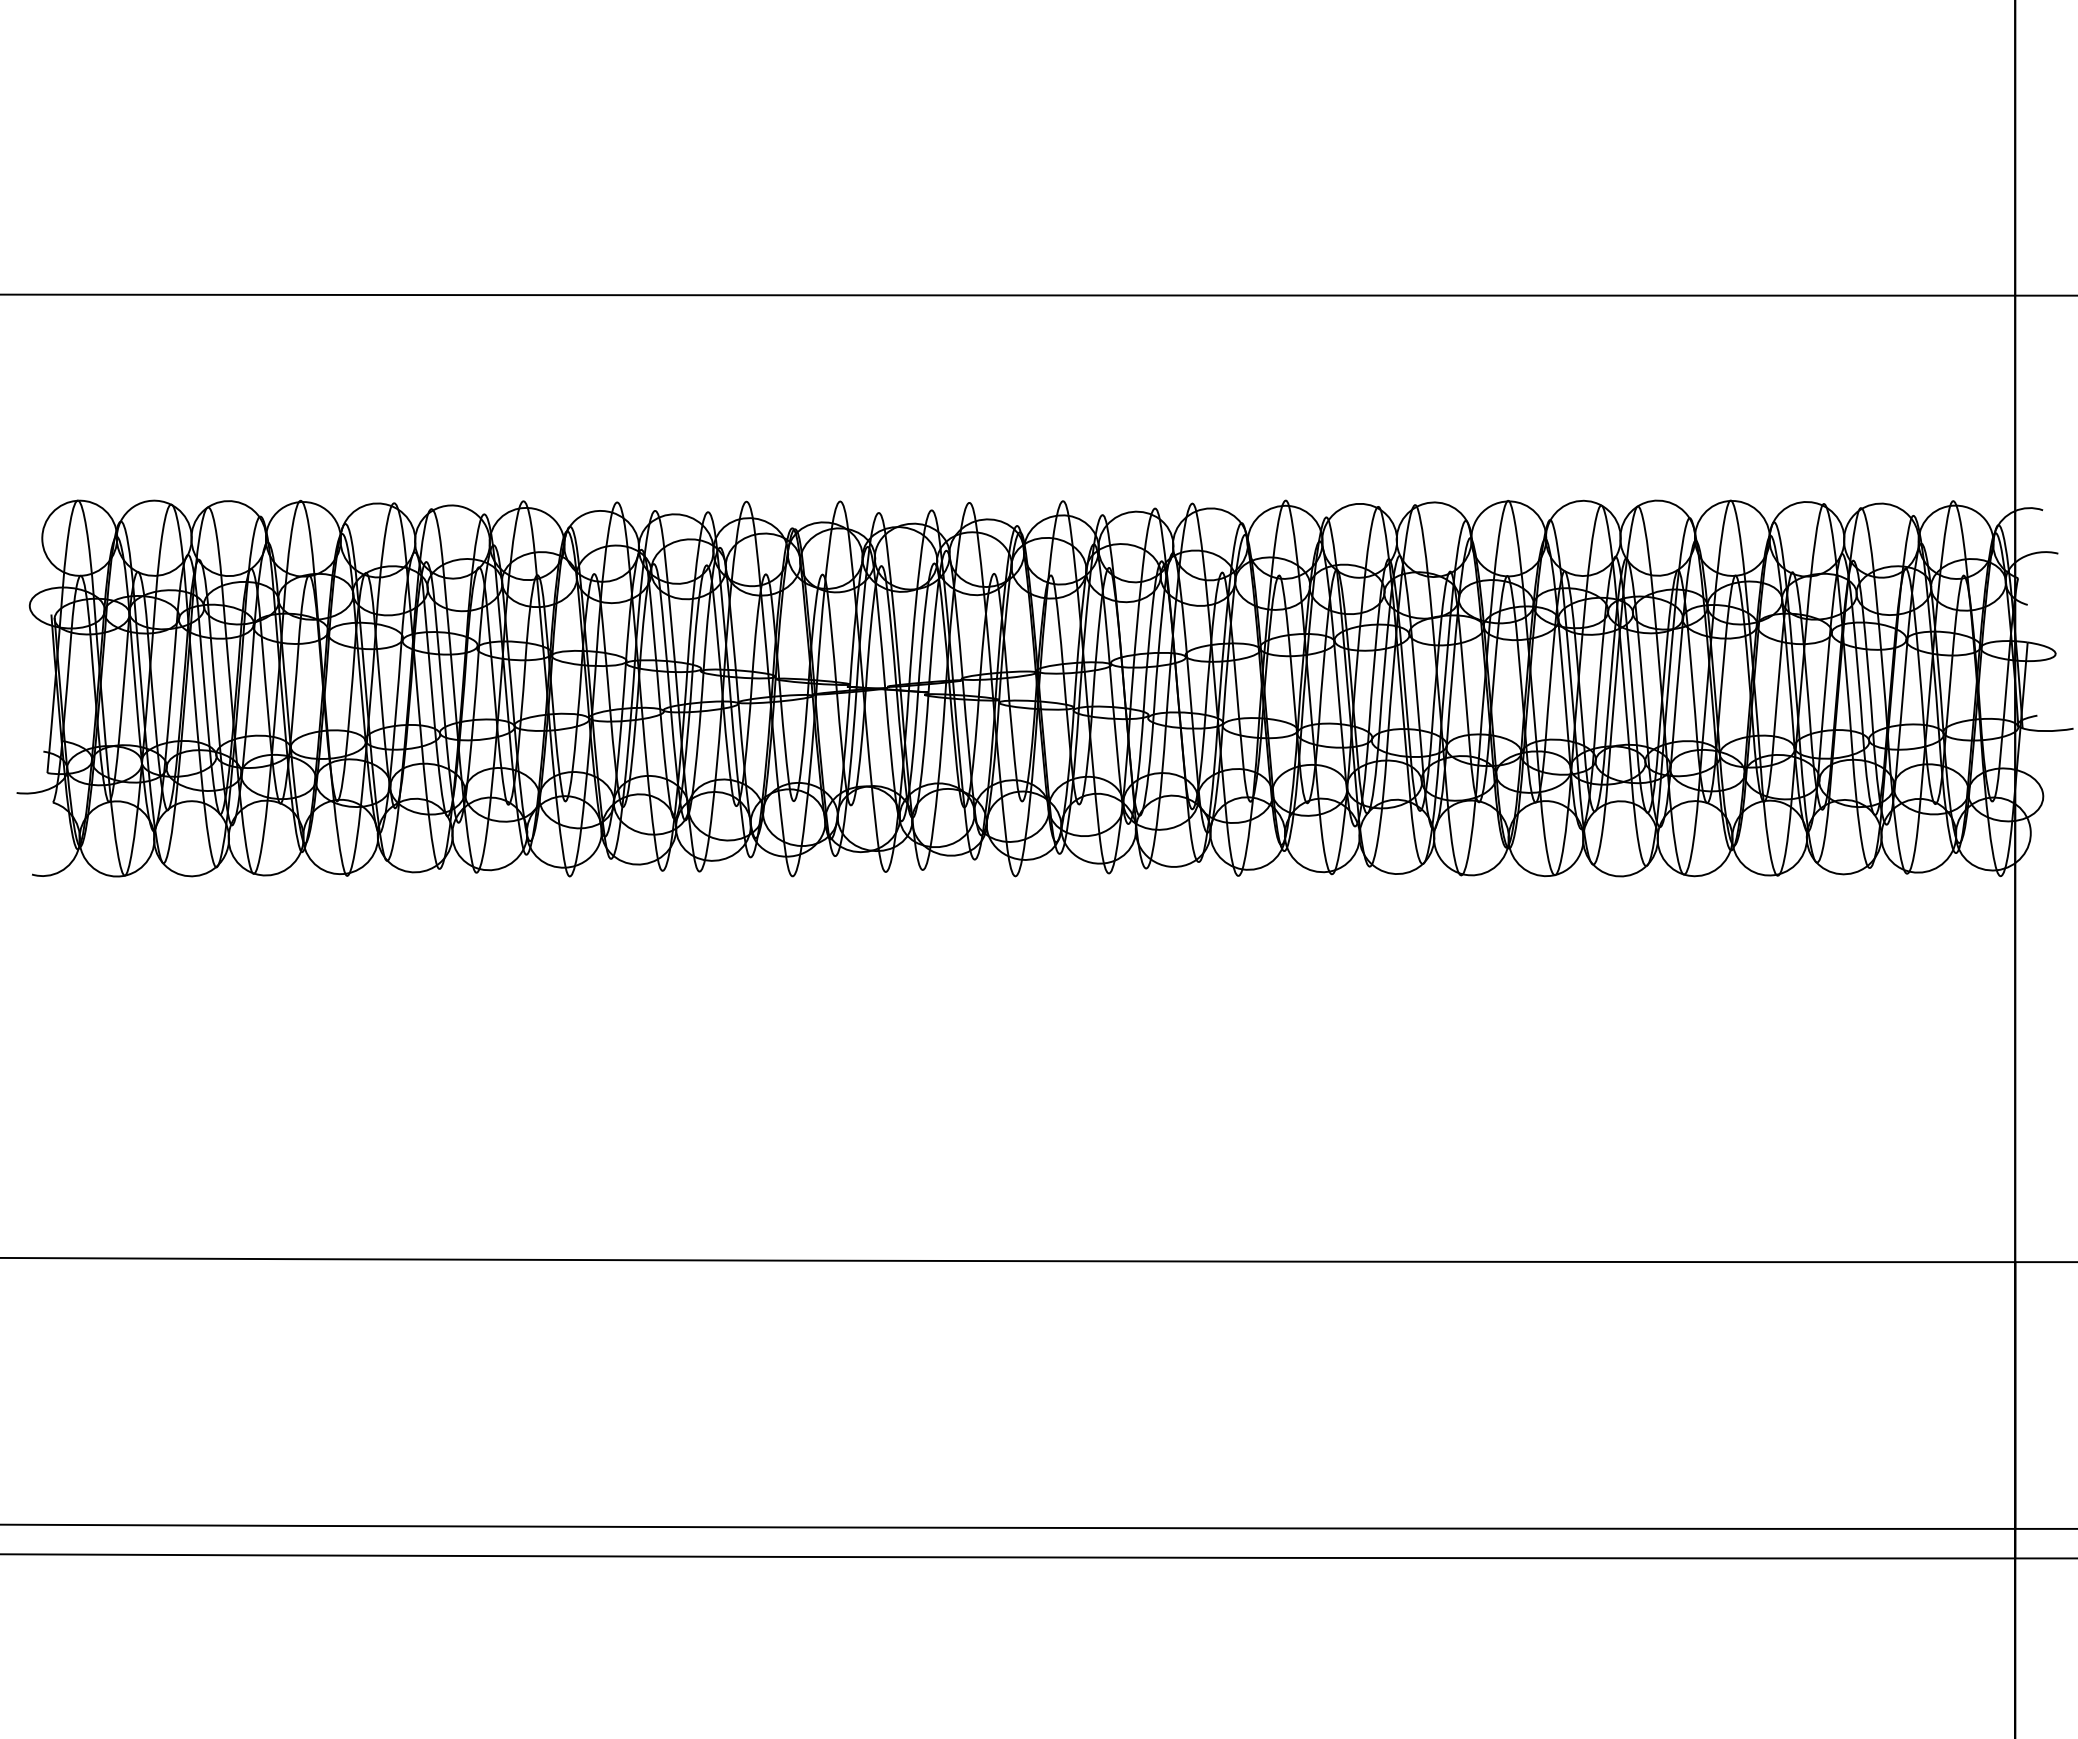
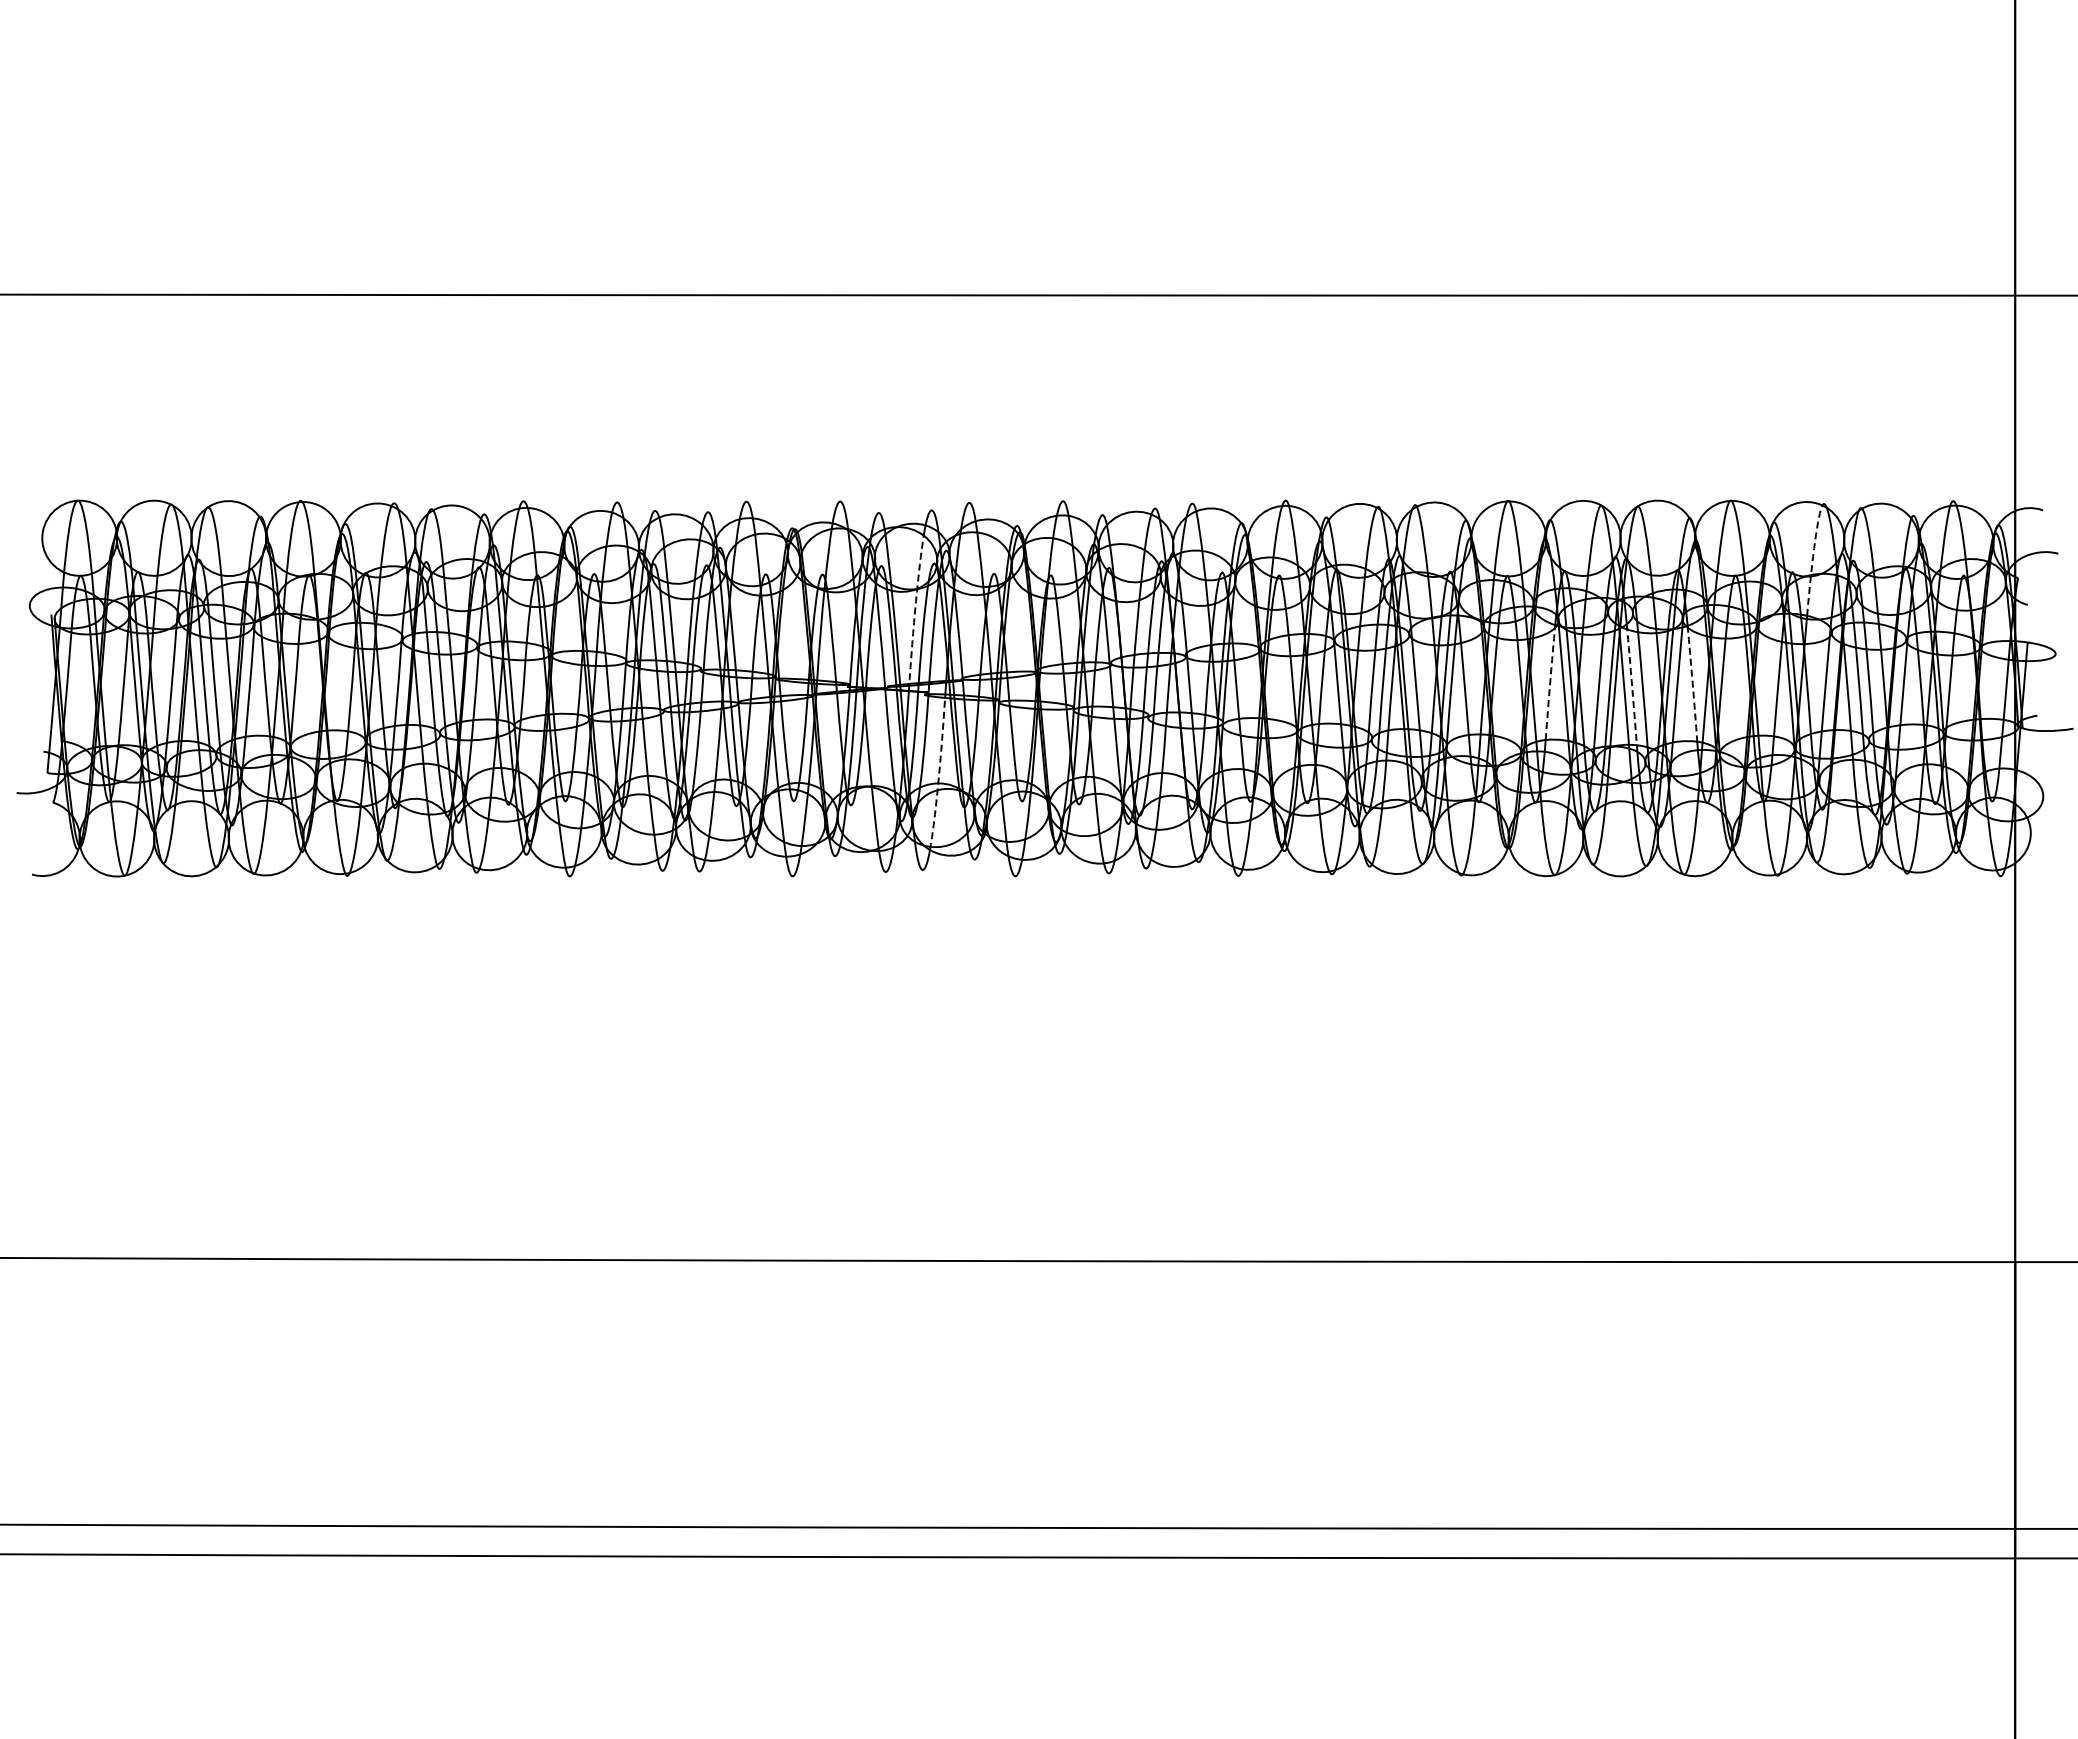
arc at (1813, 556): solid -> dashed
arc at (915, 610): solid -> dashed
arc at (1550, 681): solid -> dashed
arc at (1692, 683): solid -> dashed
arc at (1632, 688): solid -> dashed
arc at (938, 777): solid -> dashed
